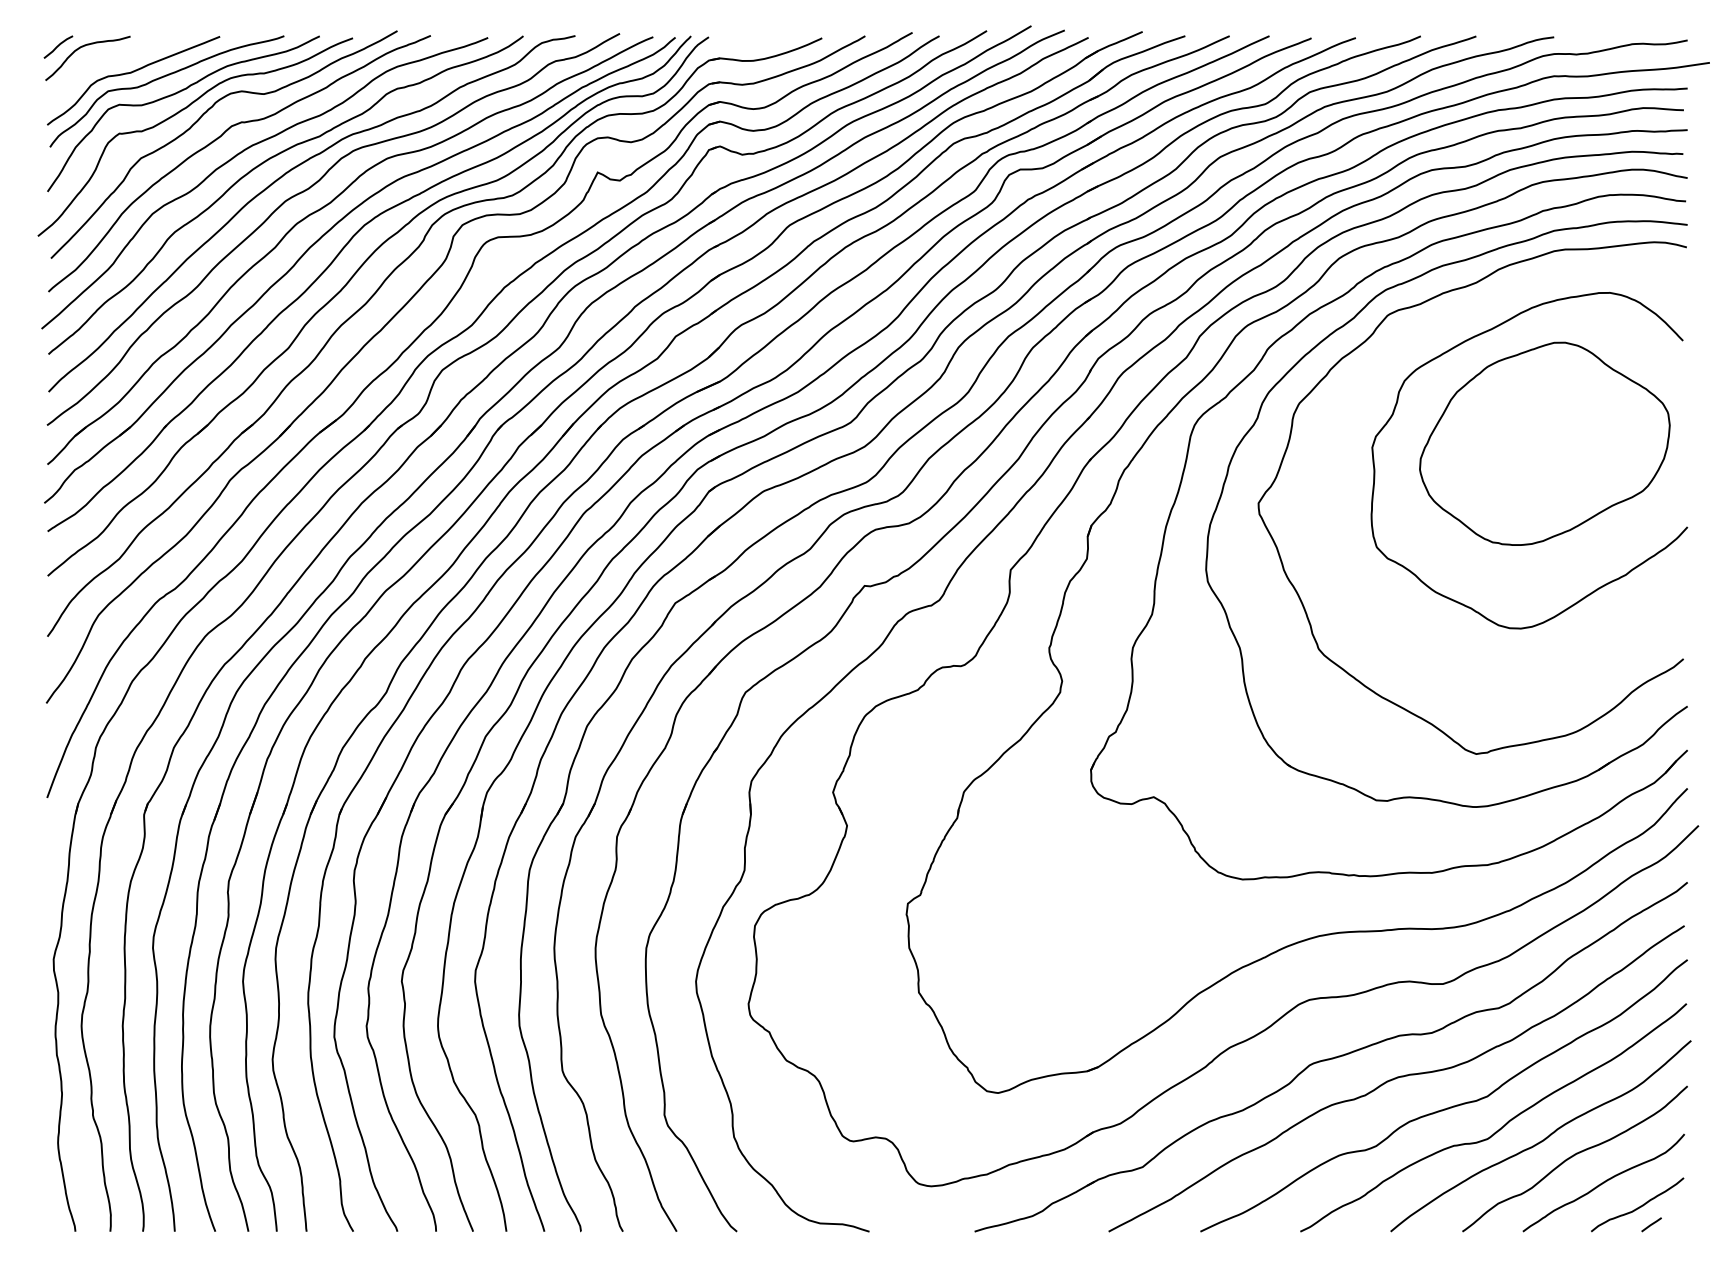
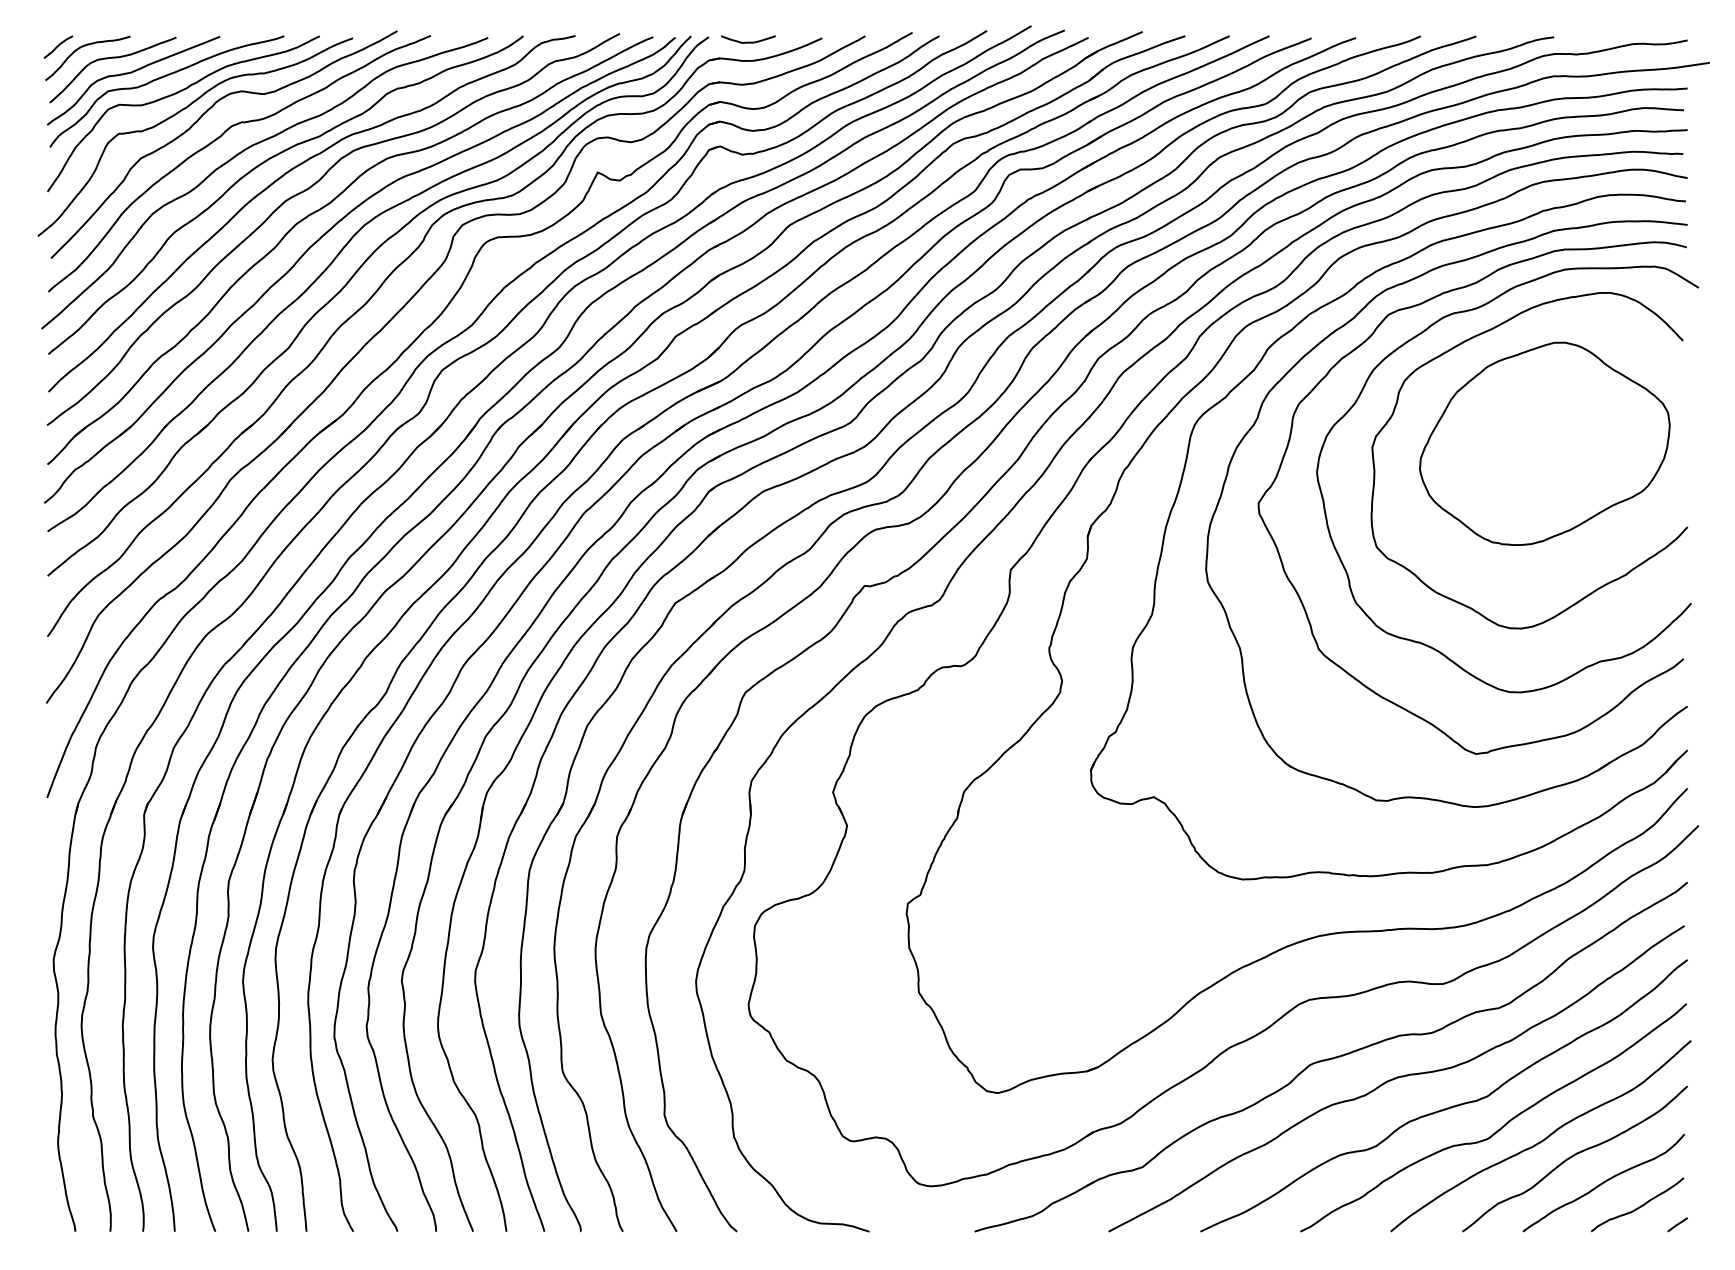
curve at (748, 41): none -> present
curve at (112, 58): none -> present
curve at (1421, 334): none -> present
line at (1651, 1224) position: (1651, 1224) -> (1677, 1224)
